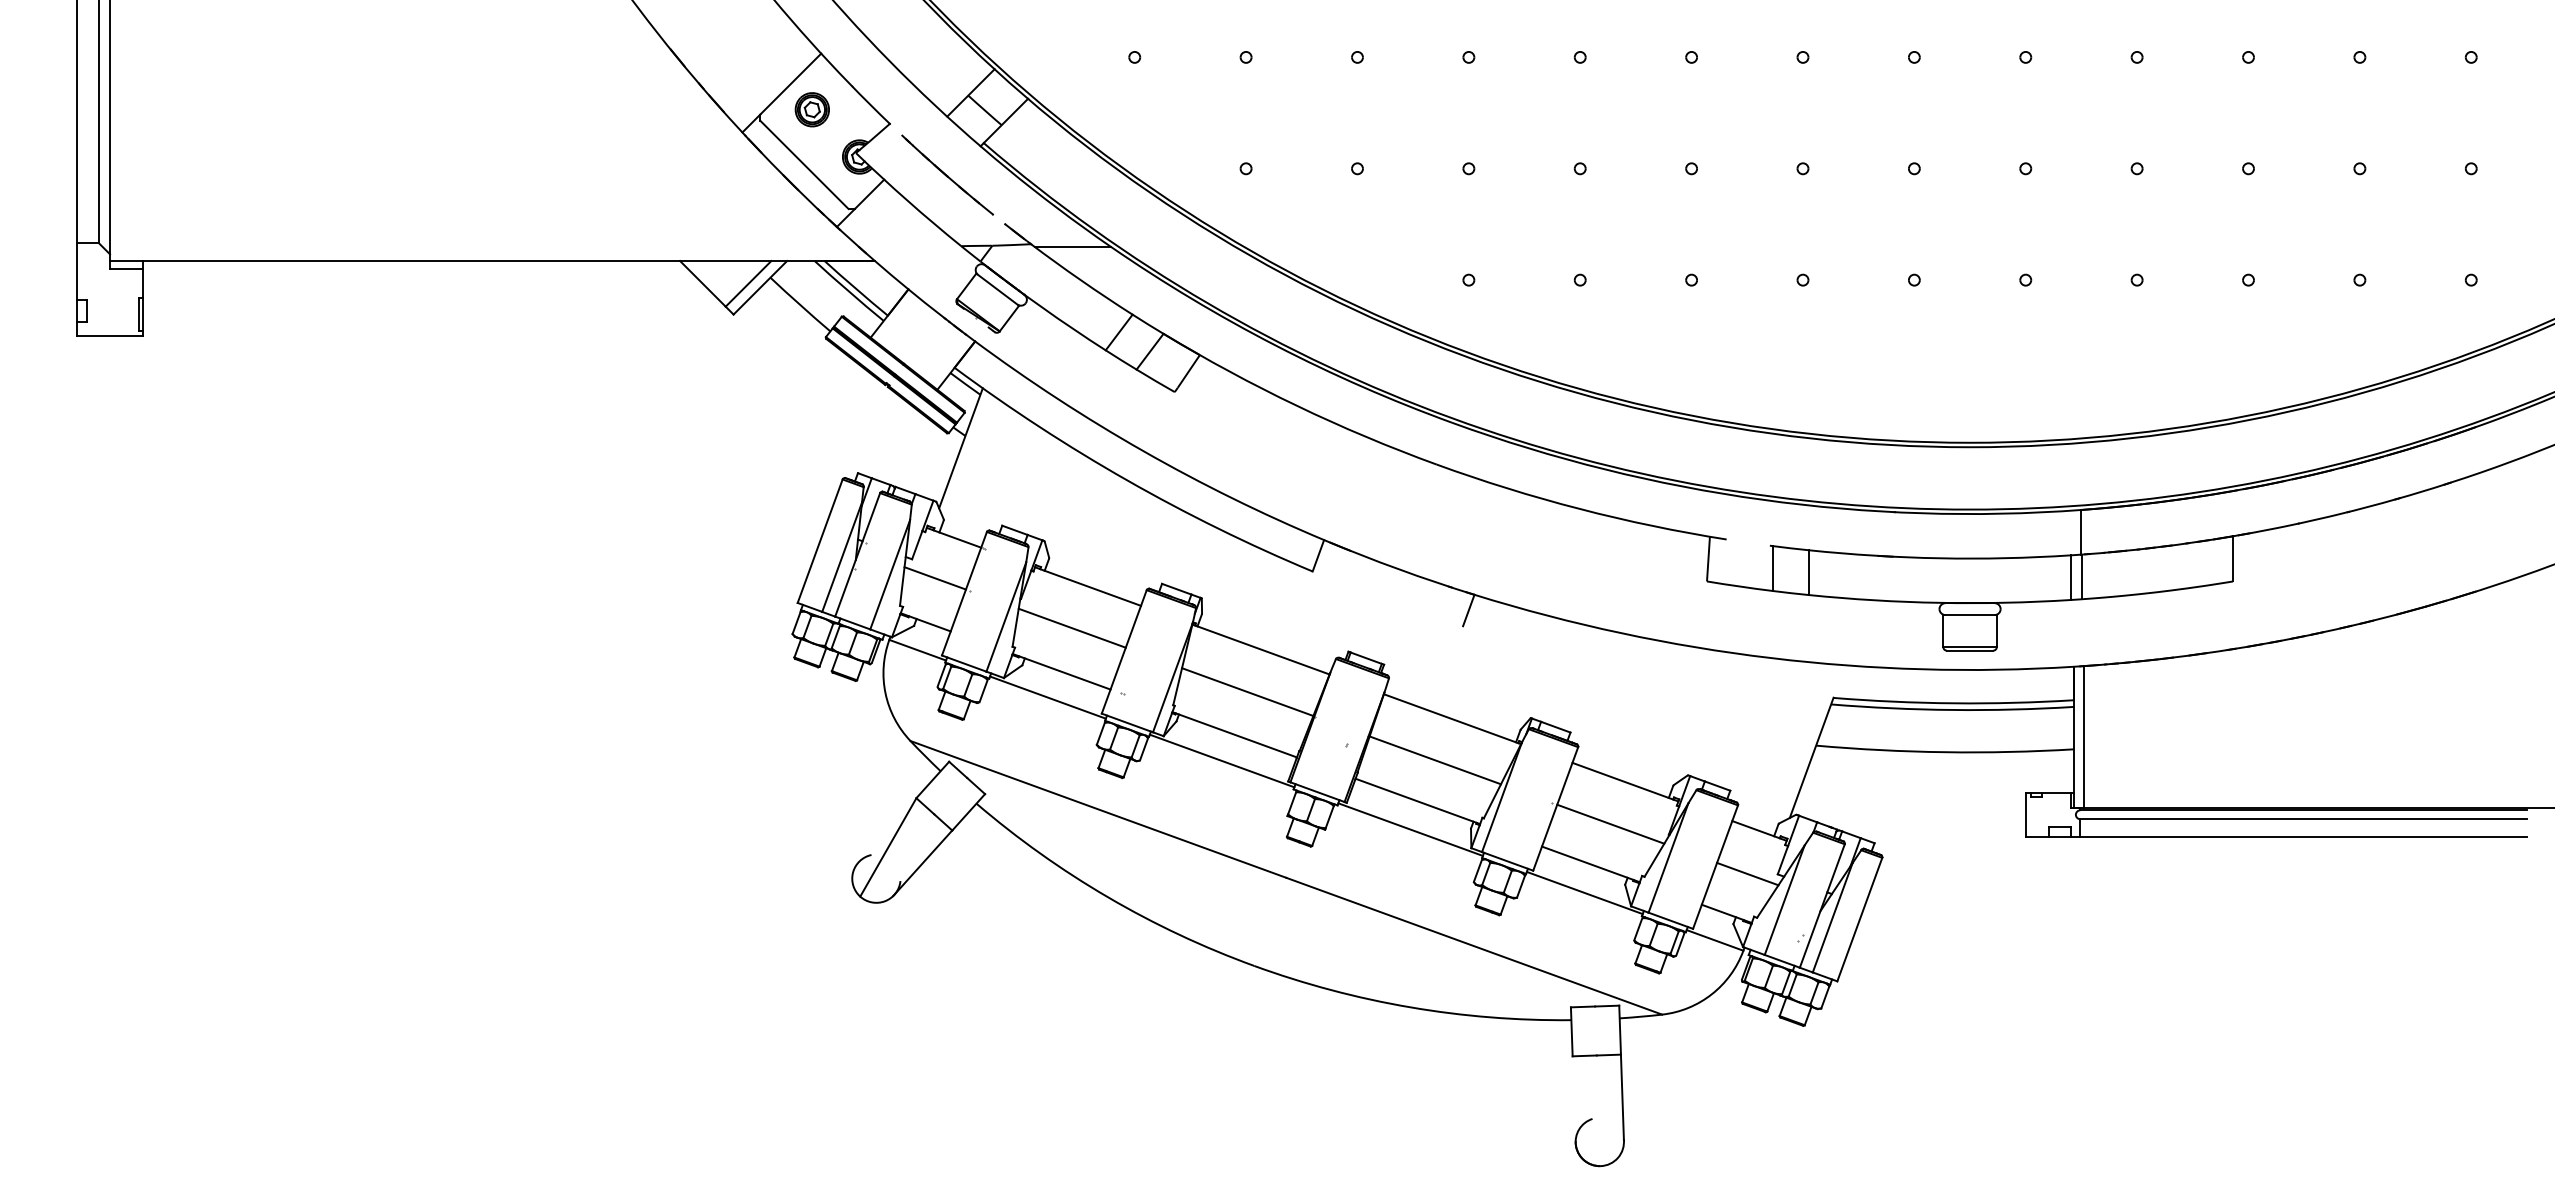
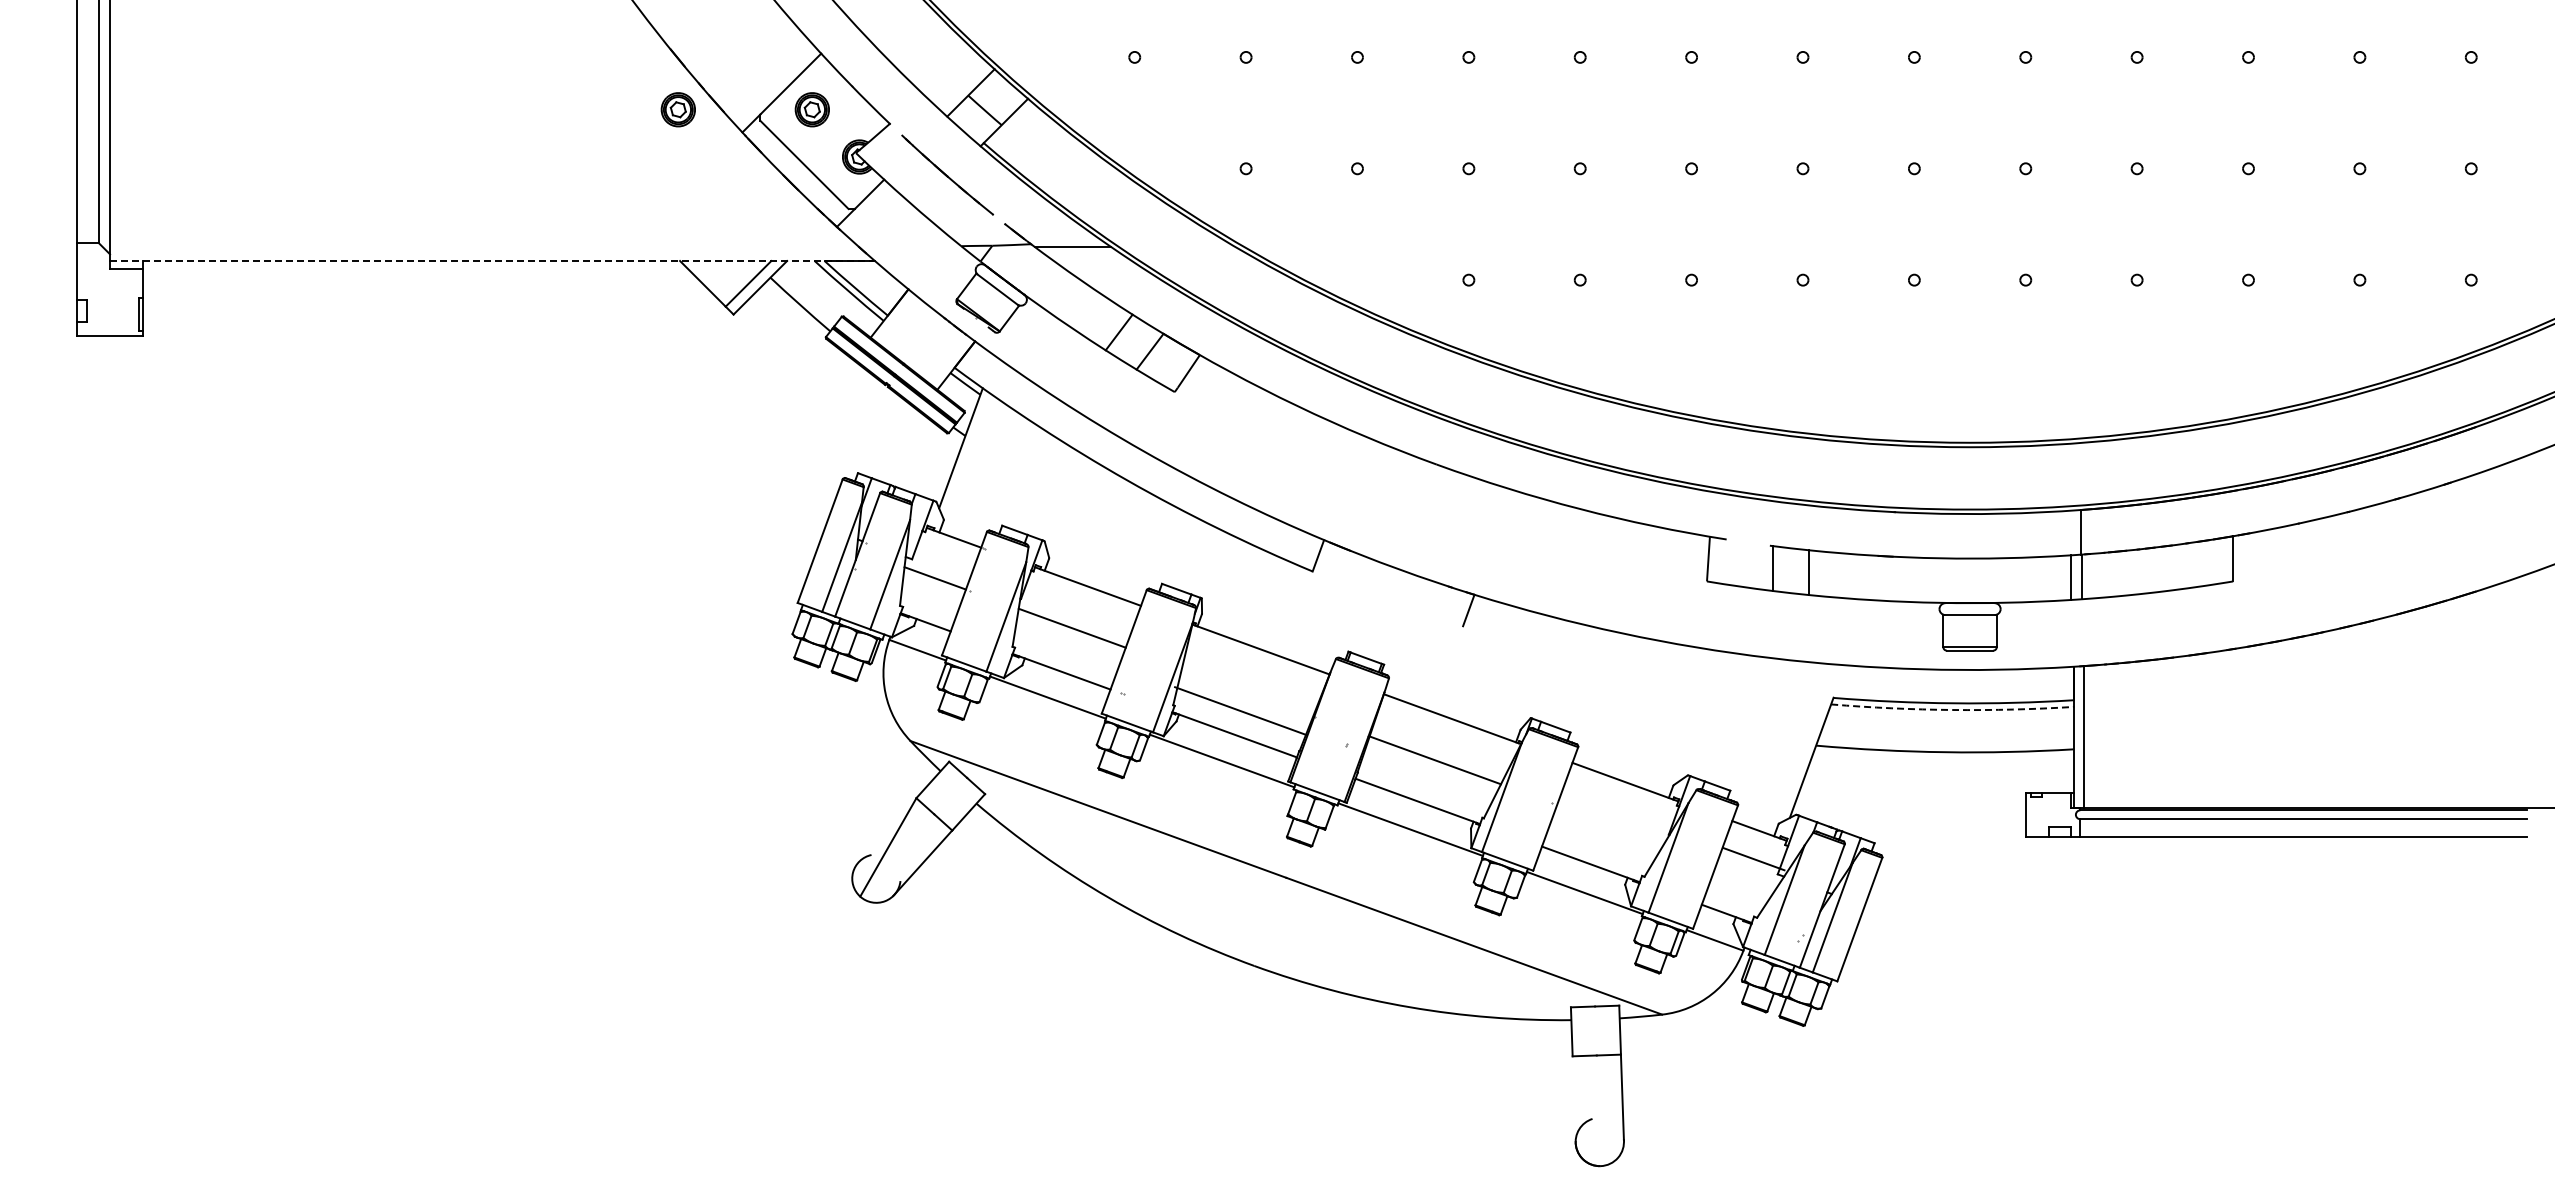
part at (677, 109): none -> present
line at (493, 261): solid -> dashed
line at (1247, 691) position: (1247, 691) -> (1240, 710)
arc at (1952, 710): solid -> dashed
line at (1610, 823): present -> none
line at (1747, 873) position: (1747, 873) -> (1753, 858)
